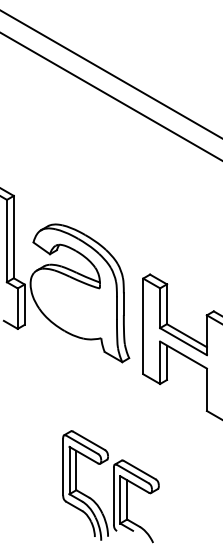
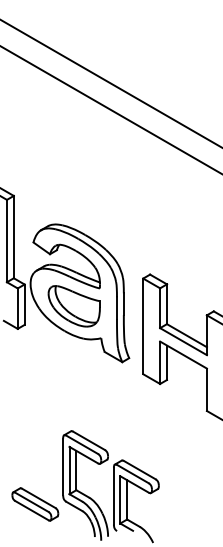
line at (110, 73) position: (110, 73) -> (110, 83)
line at (110, 96) position: (110, 96) -> (110, 109)
part at (73, 306): none -> present
part at (35, 504): none -> present
